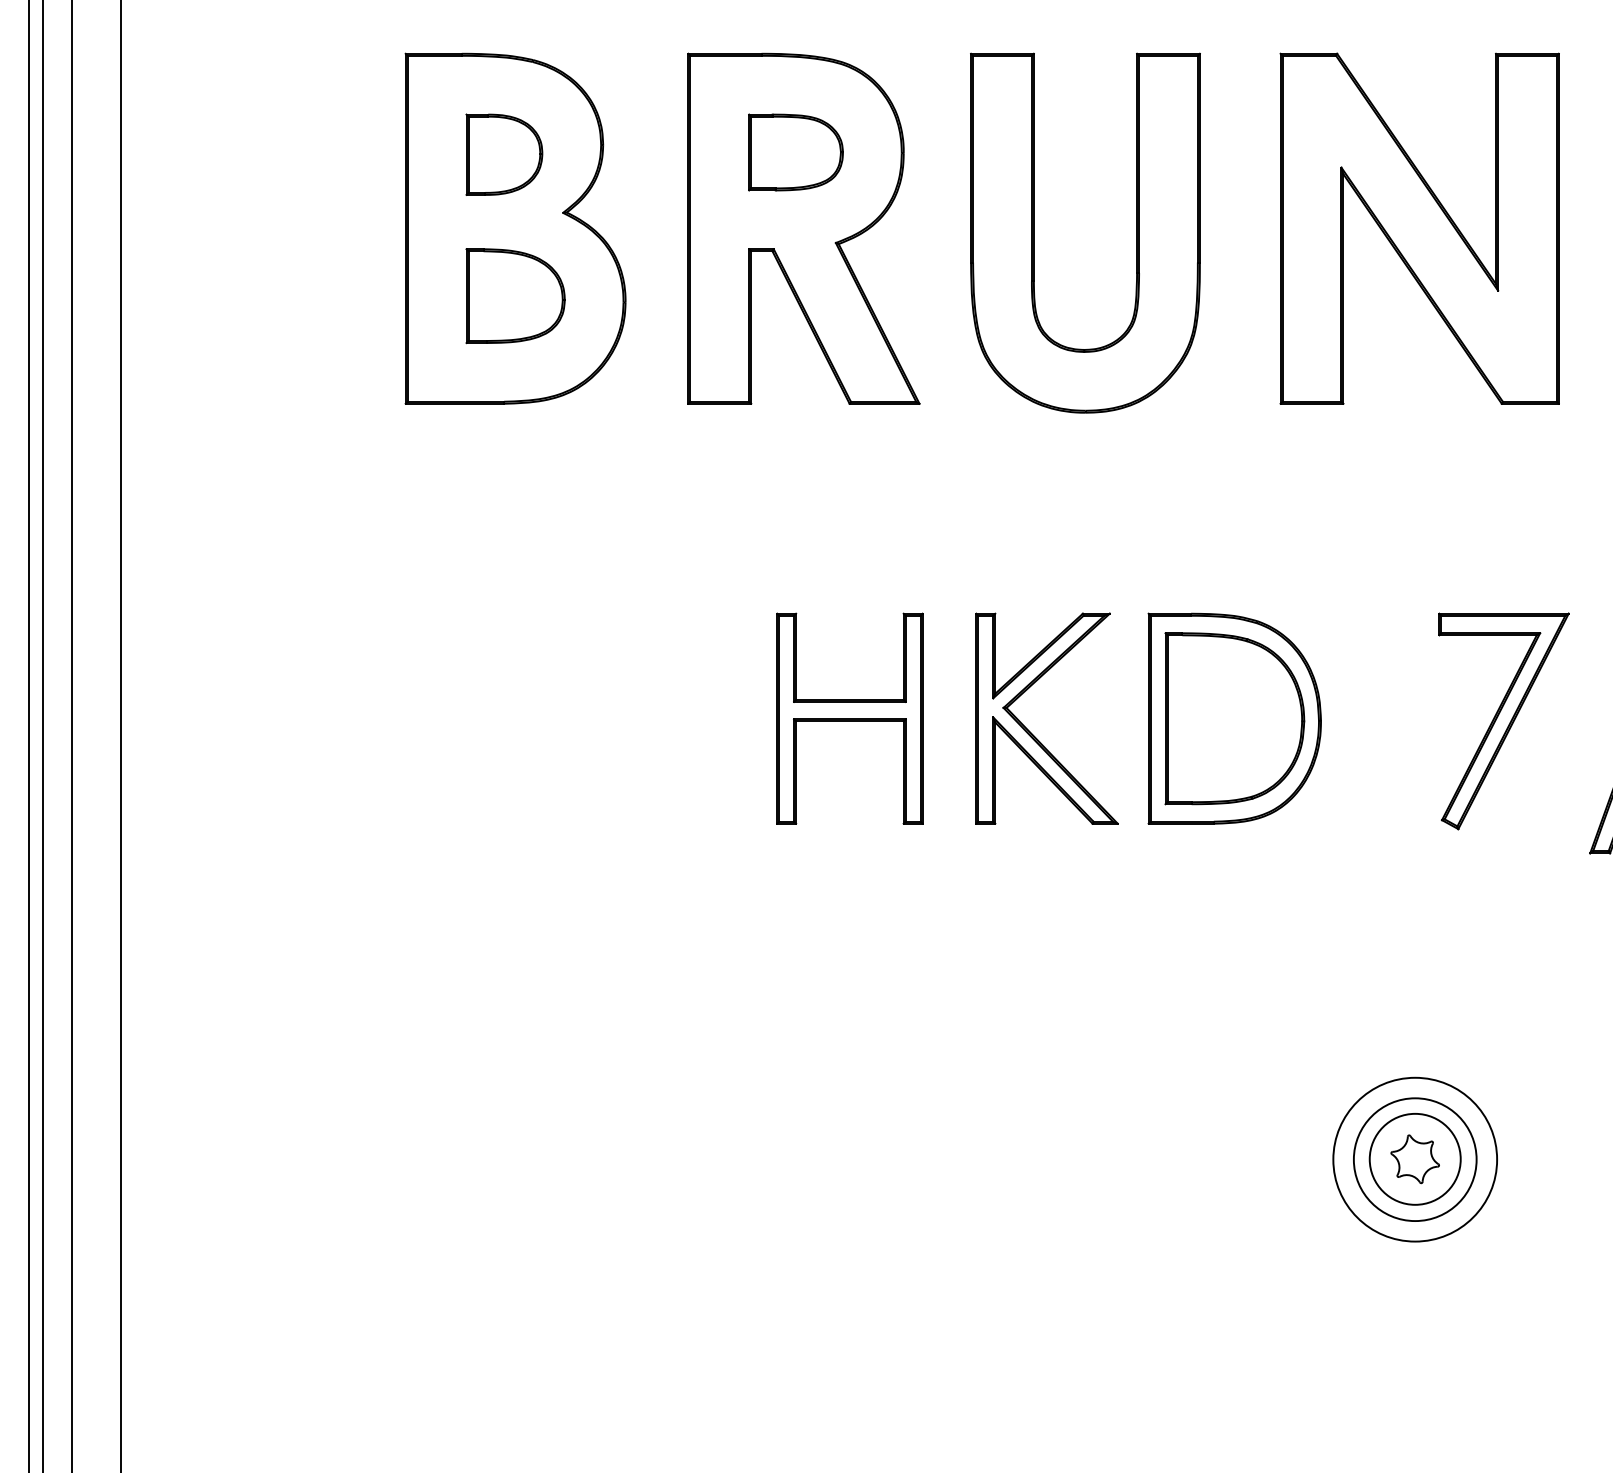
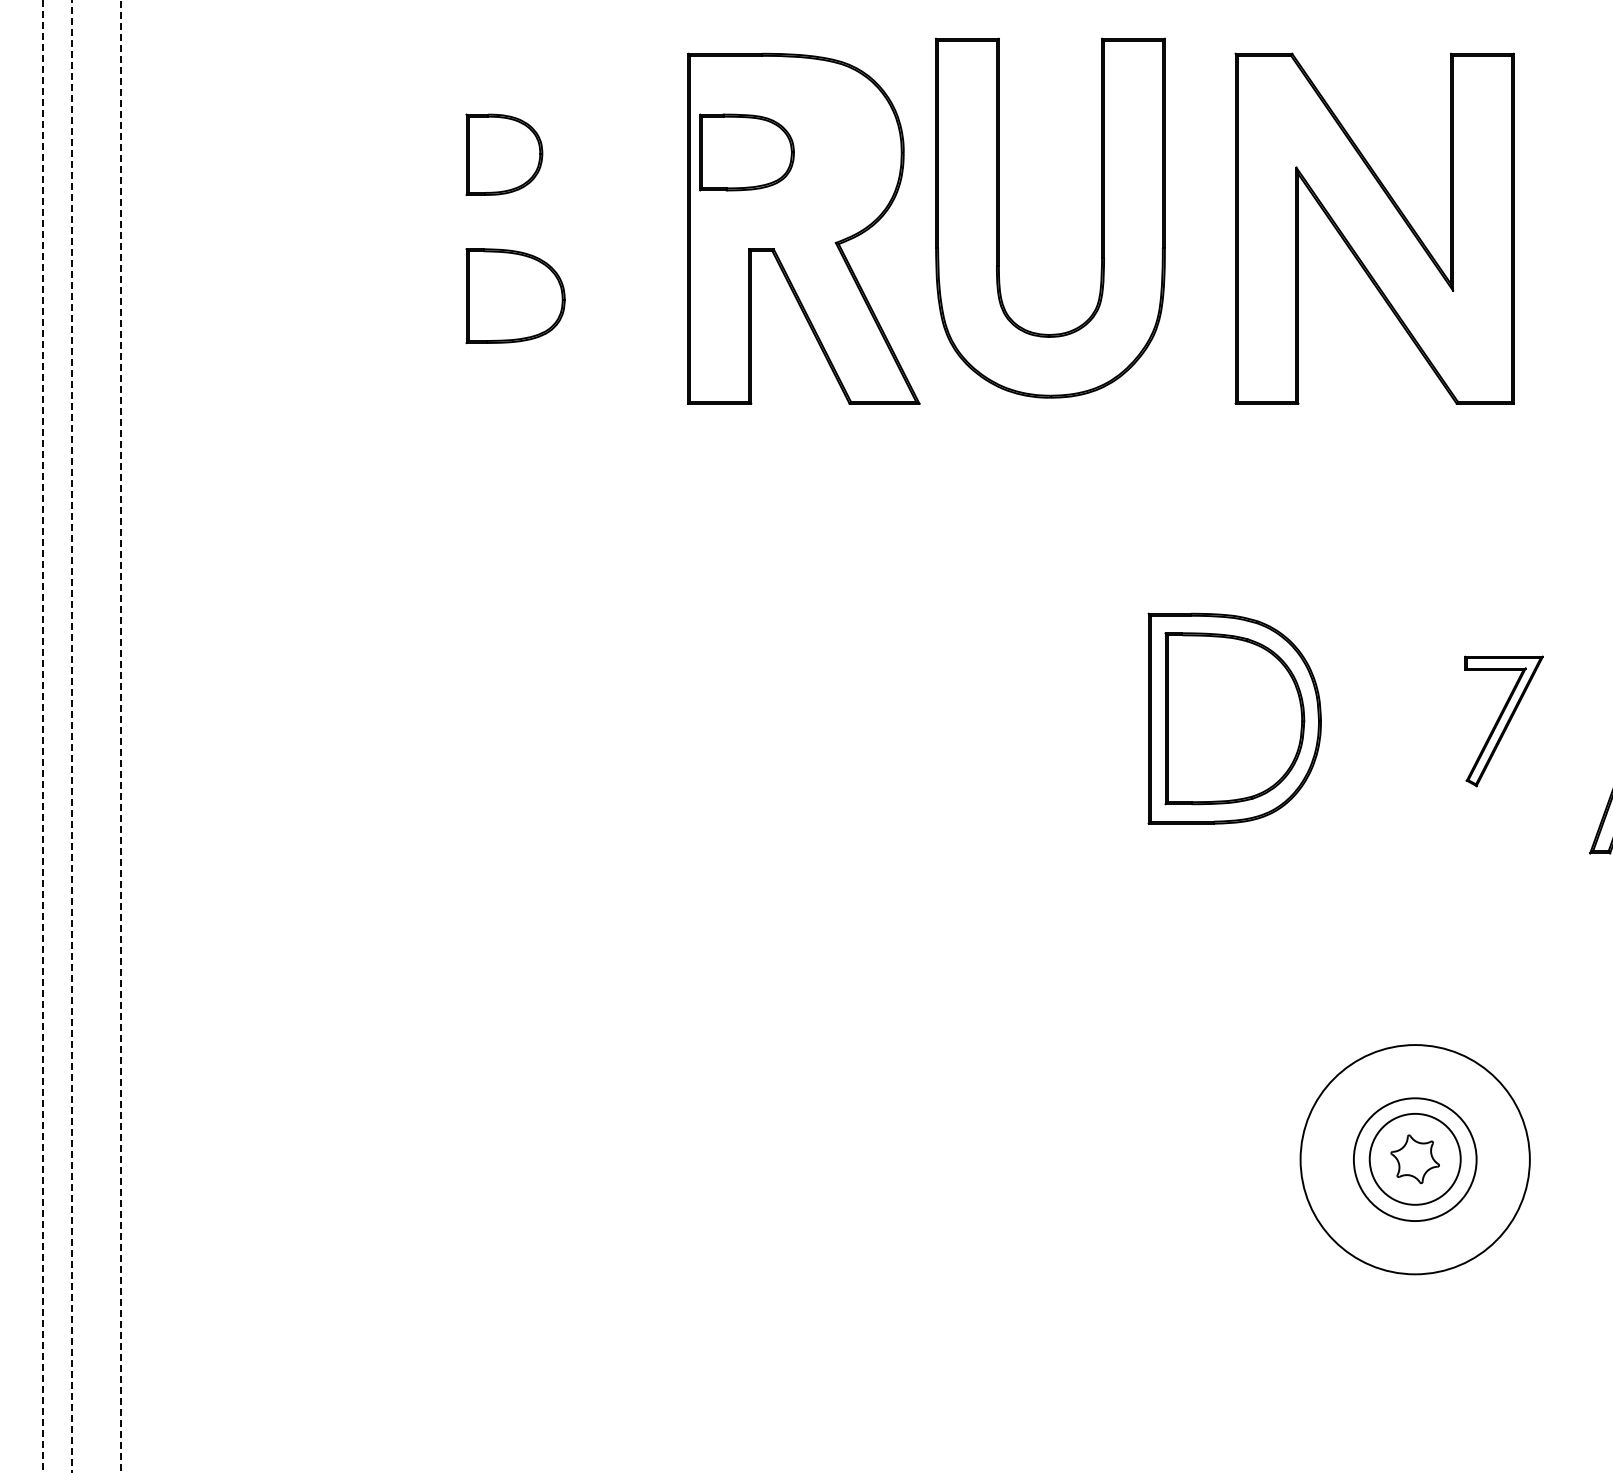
part at (795, 152) position: (795, 152) -> (746, 152)
part at (515, 228): present -> none
part at (1419, 228) position: (1419, 228) -> (1374, 228)
part at (1034, 232) position: (1034, 232) -> (999, 217)
part at (849, 718): present -> none
part at (1503, 721) size: 132x219 px -> 80x133 px
part at (1031, 732): present -> none
line at (29, 735): present -> none
line at (43, 736): solid -> dashed
line at (71, 736): solid -> dashed
line at (121, 736): solid -> dashed
circle at (1415, 1159) diameter: 164 px -> 229 px
